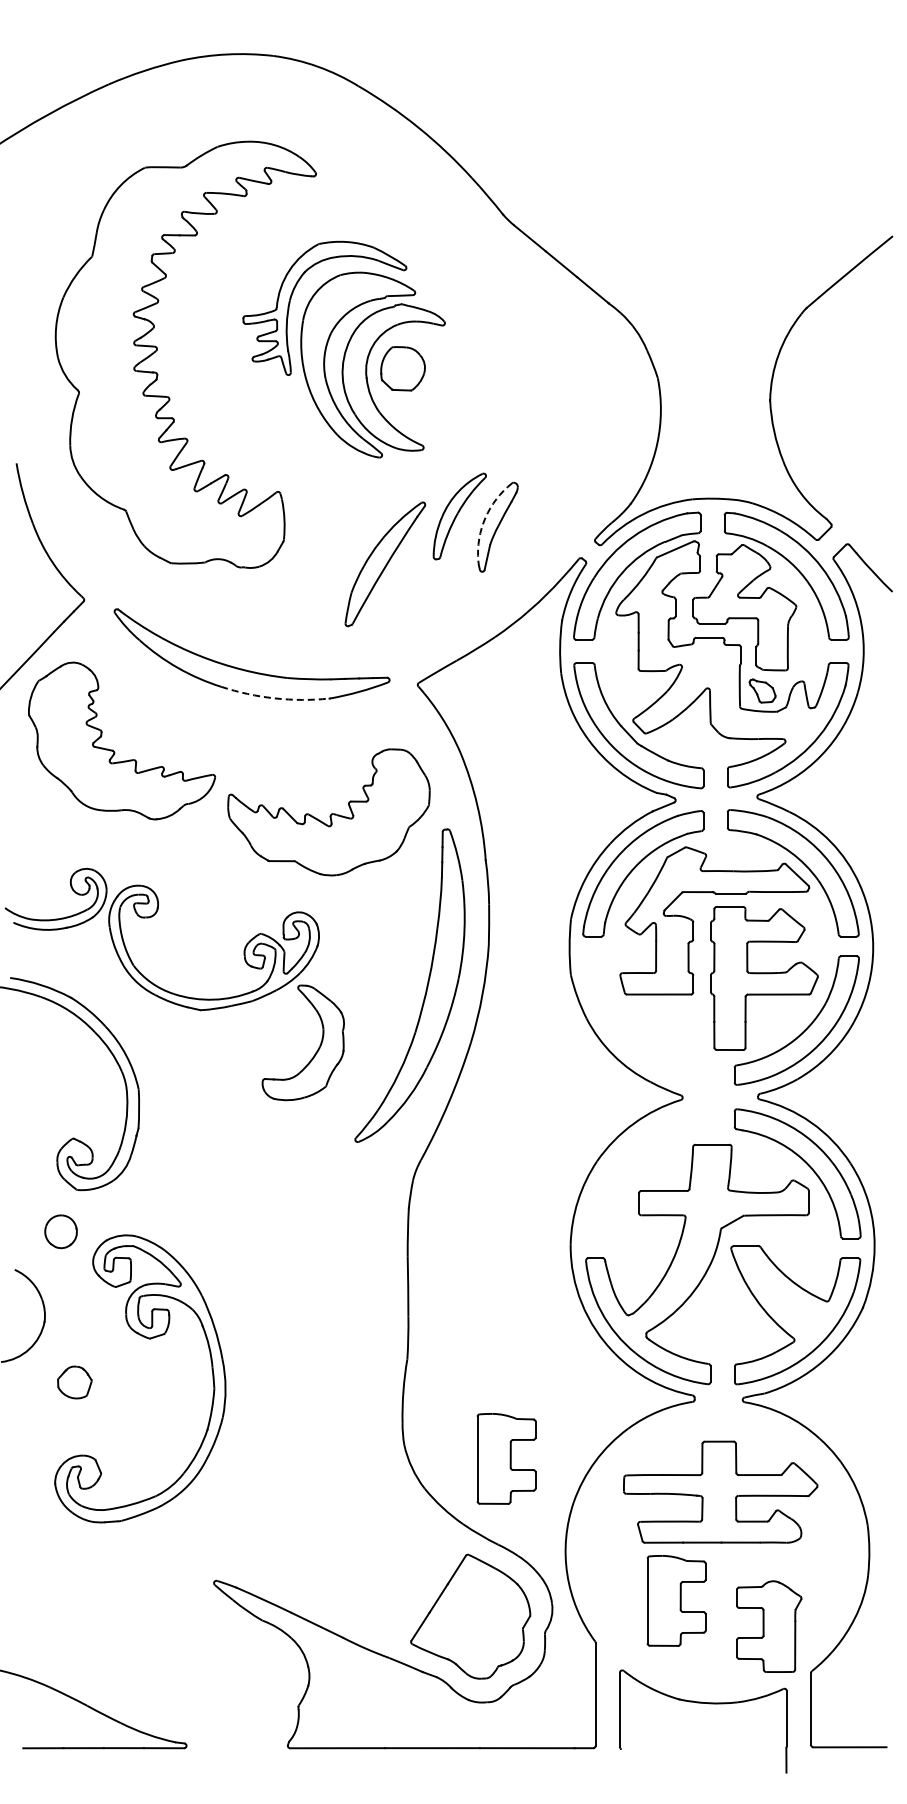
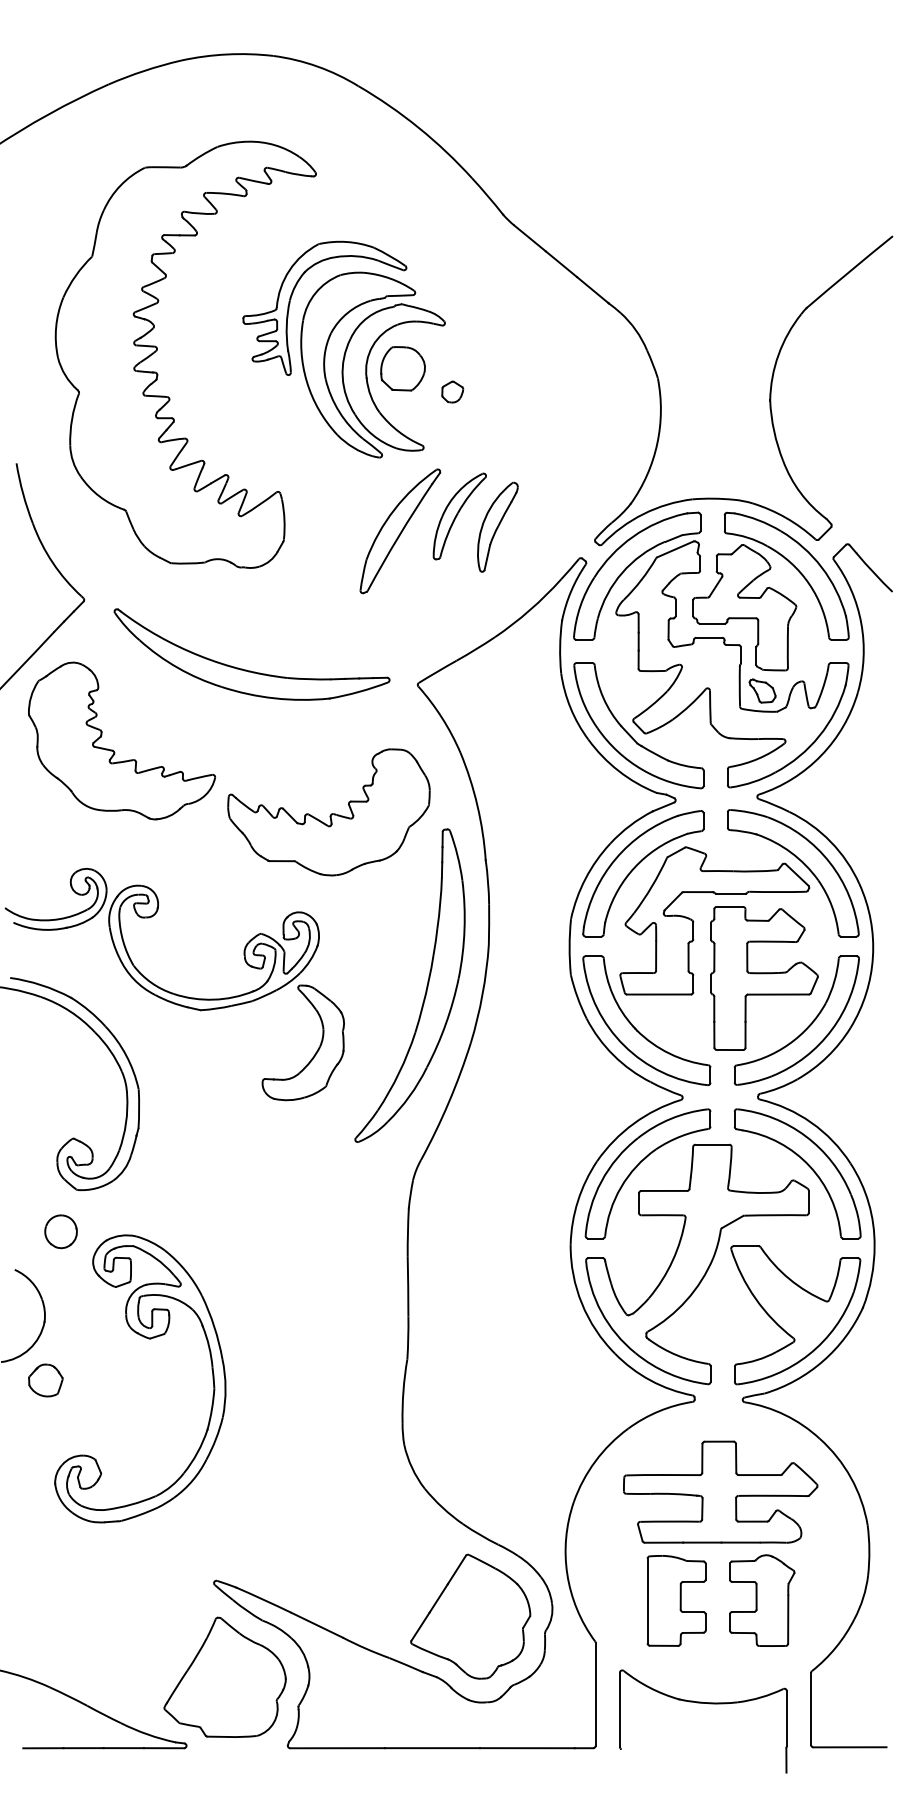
part at (452, 391): none -> present
arc at (485, 517): dashed -> solid
part at (385, 564) position: (385, 564) -> (400, 531)
arc at (274, 698): dashed -> solid
part at (637, 1029): none -> present
part at (637, 1167): none -> present
part at (74, 1382) position: (74, 1382) -> (45, 1380)
part at (506, 1458): present -> none
part at (769, 1626) position: (769, 1626) -> (762, 1600)
part at (224, 1676): none -> present
